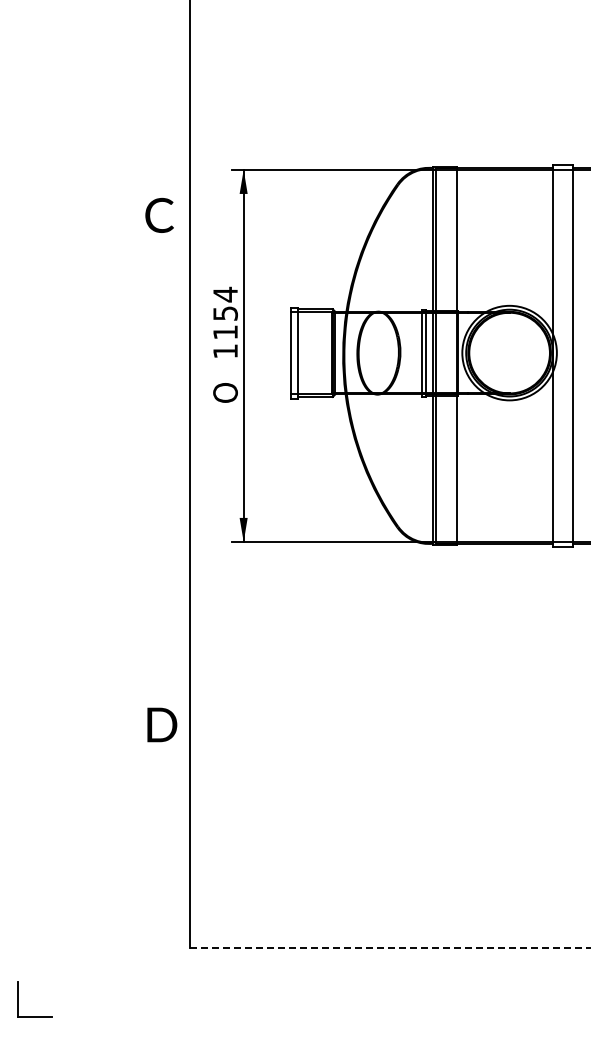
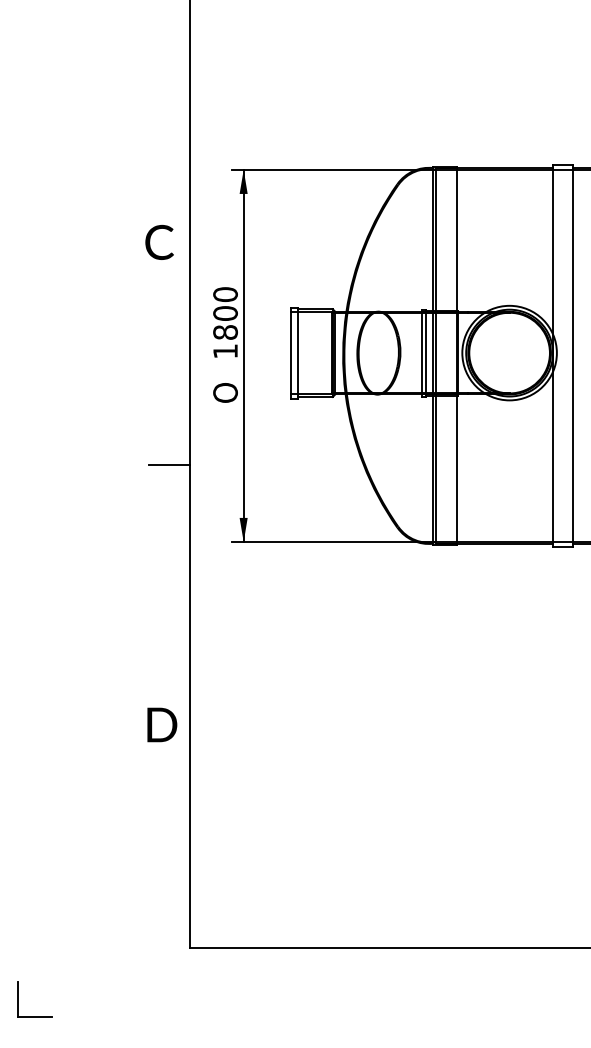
text at (159, 214) position: (159, 214) -> (159, 241)
text at (225, 312): 1154 -> 1800
line at (169, 465): none -> present
line at (390, 947): dashed -> solid
